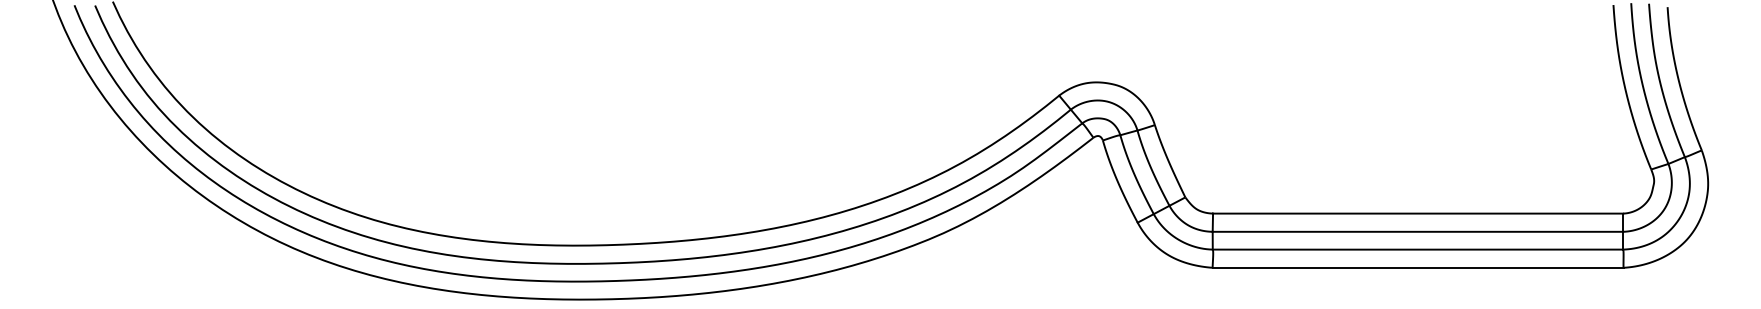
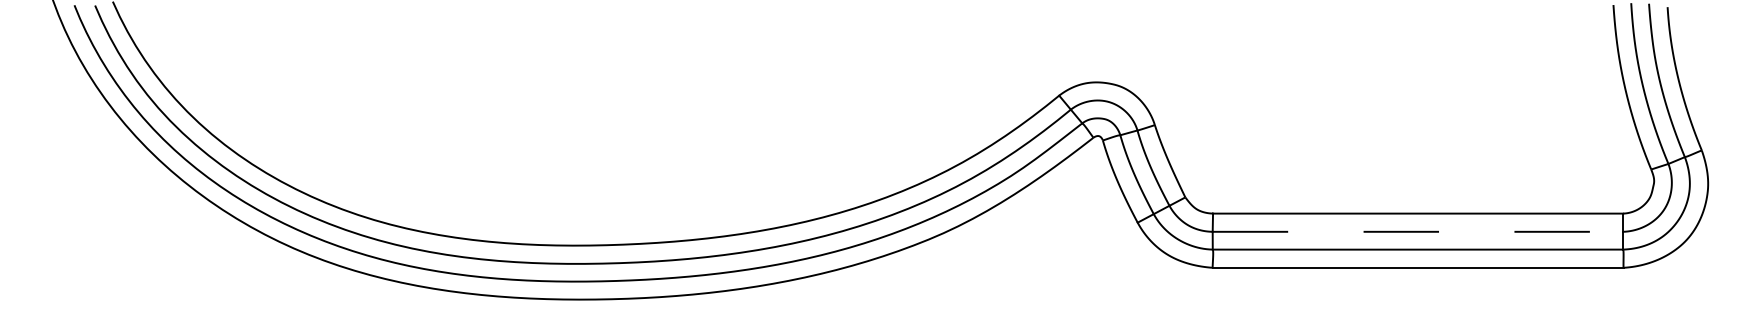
line at (1418, 231): solid -> dashed
